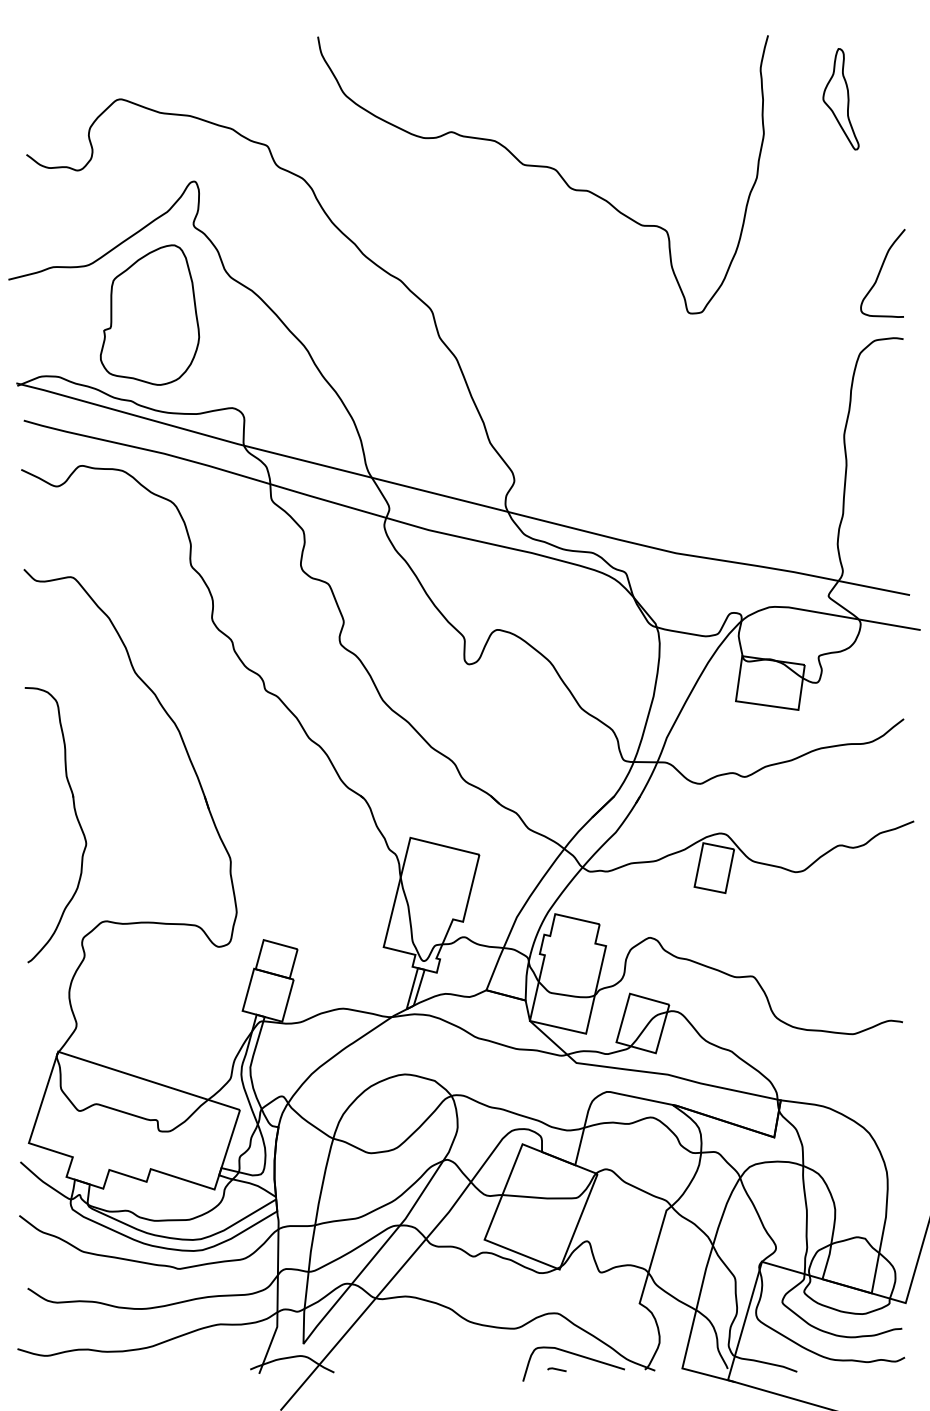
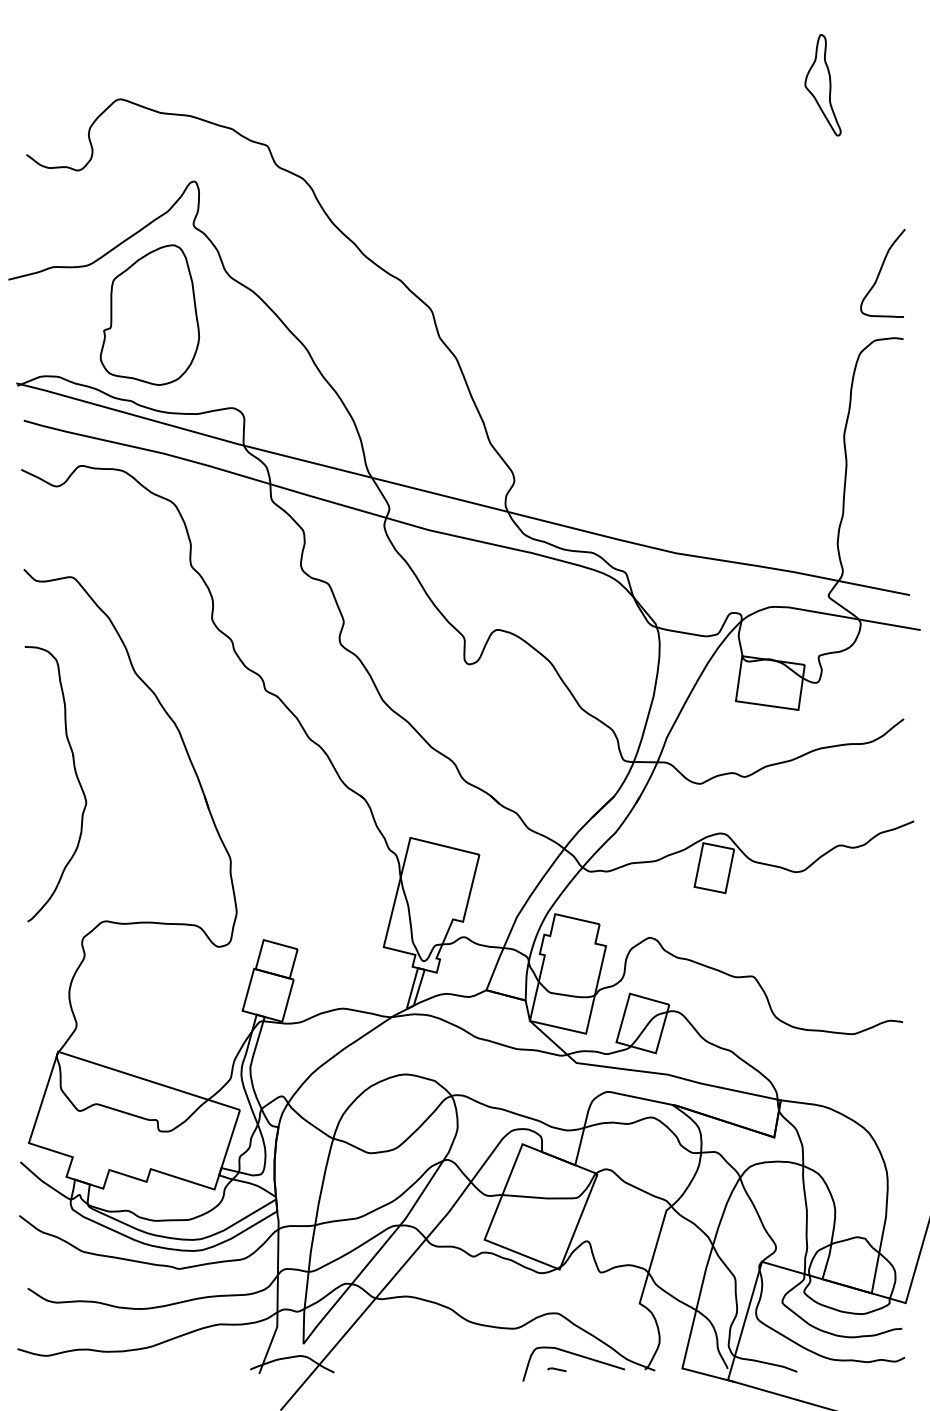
part at (840, 99) position: (840, 99) -> (822, 85)
curve at (542, 167): present -> none
part at (76, 819) position: (76, 819) -> (76, 778)
